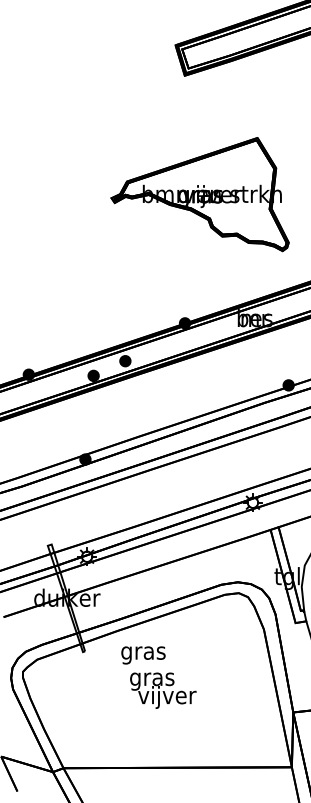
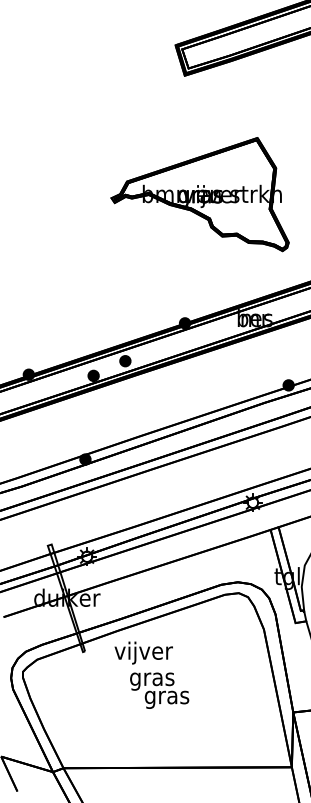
text at (143, 652): gras -> vijver
text at (167, 697): vijver -> gras
